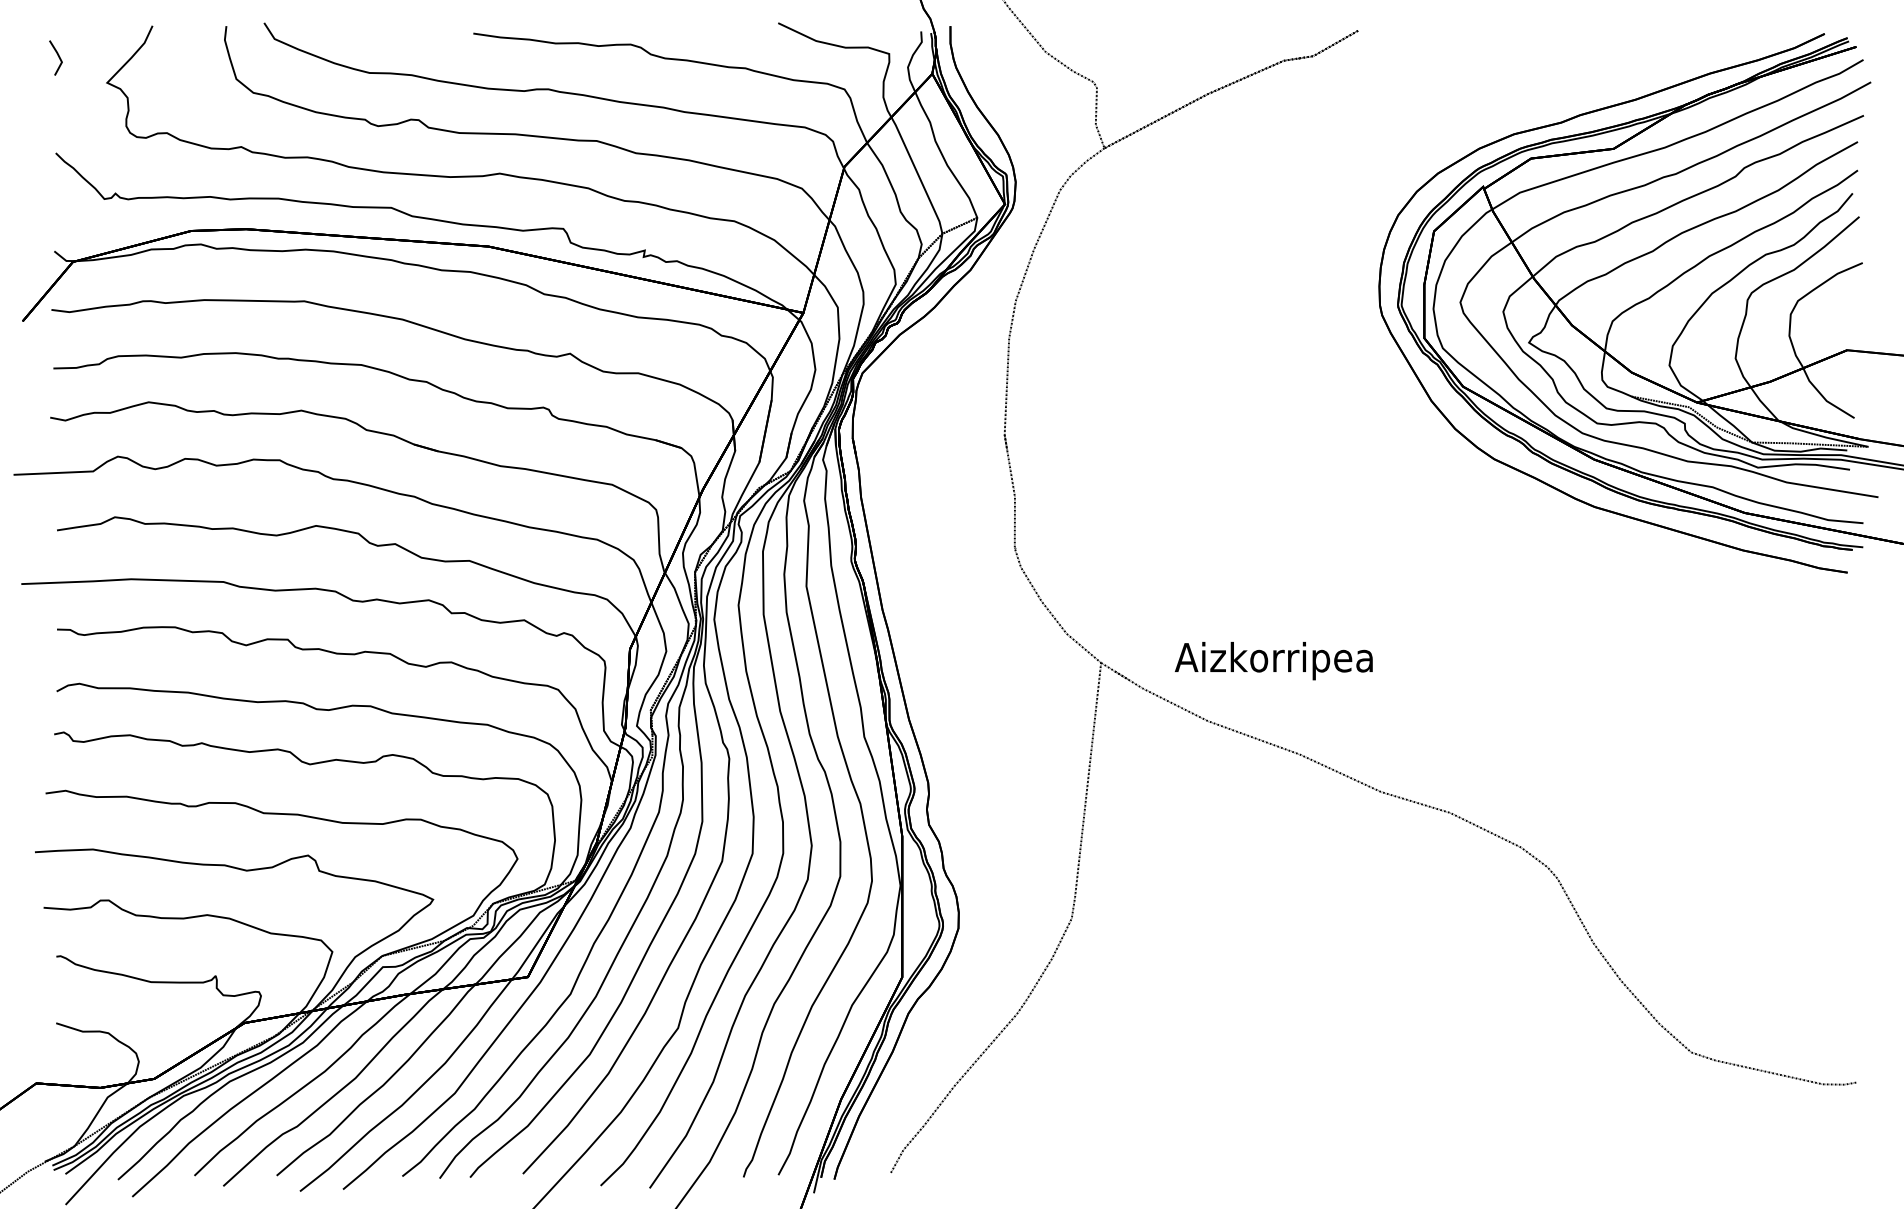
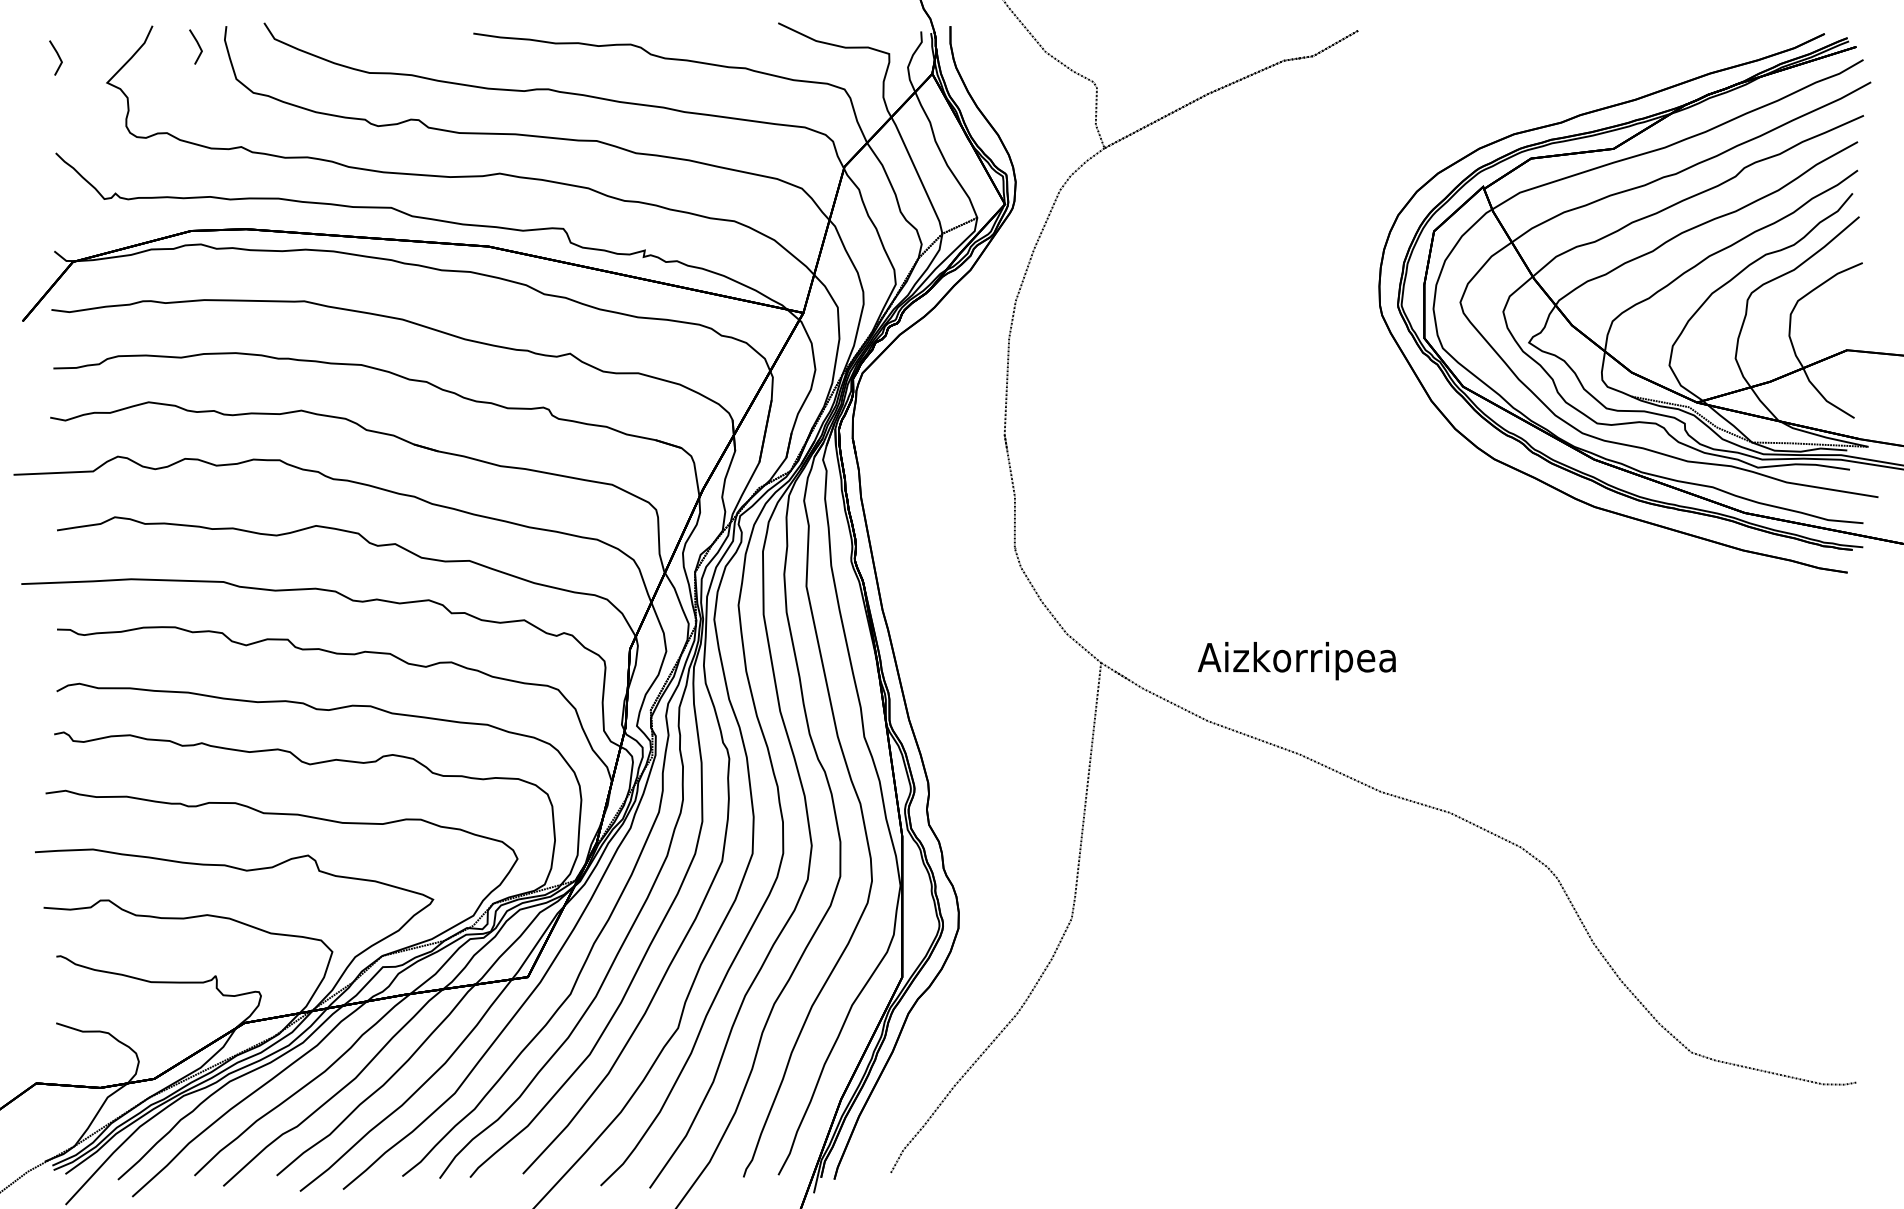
line at (197, 44): none -> present
text at (1273, 661) position: (1273, 661) -> (1296, 661)
